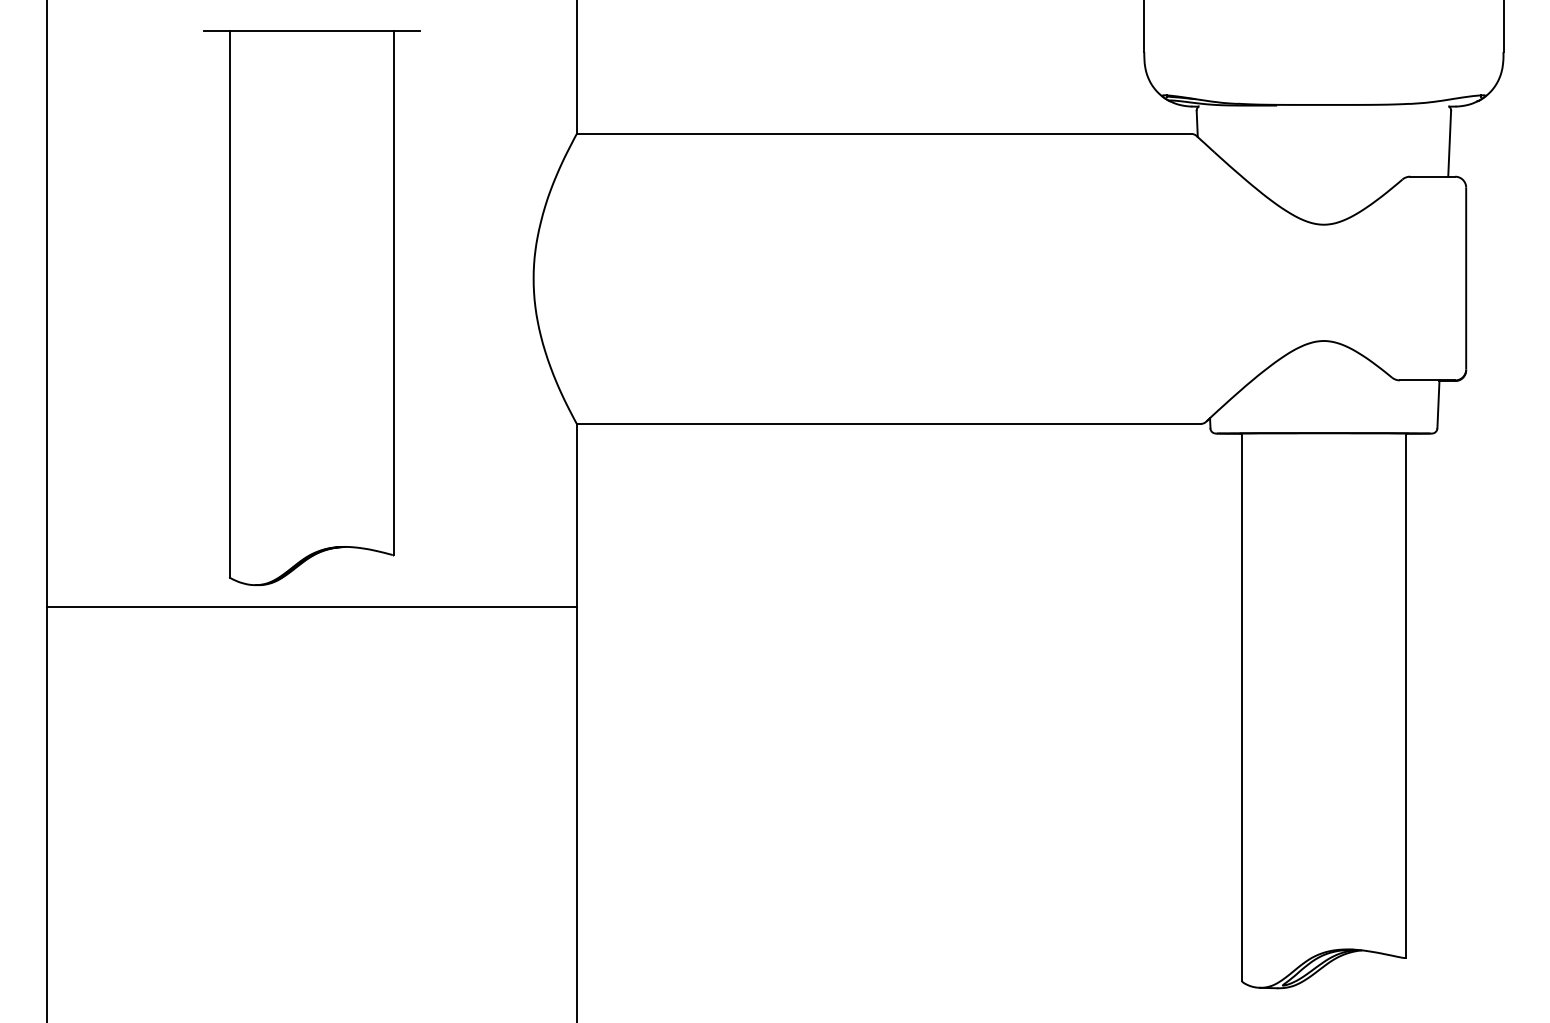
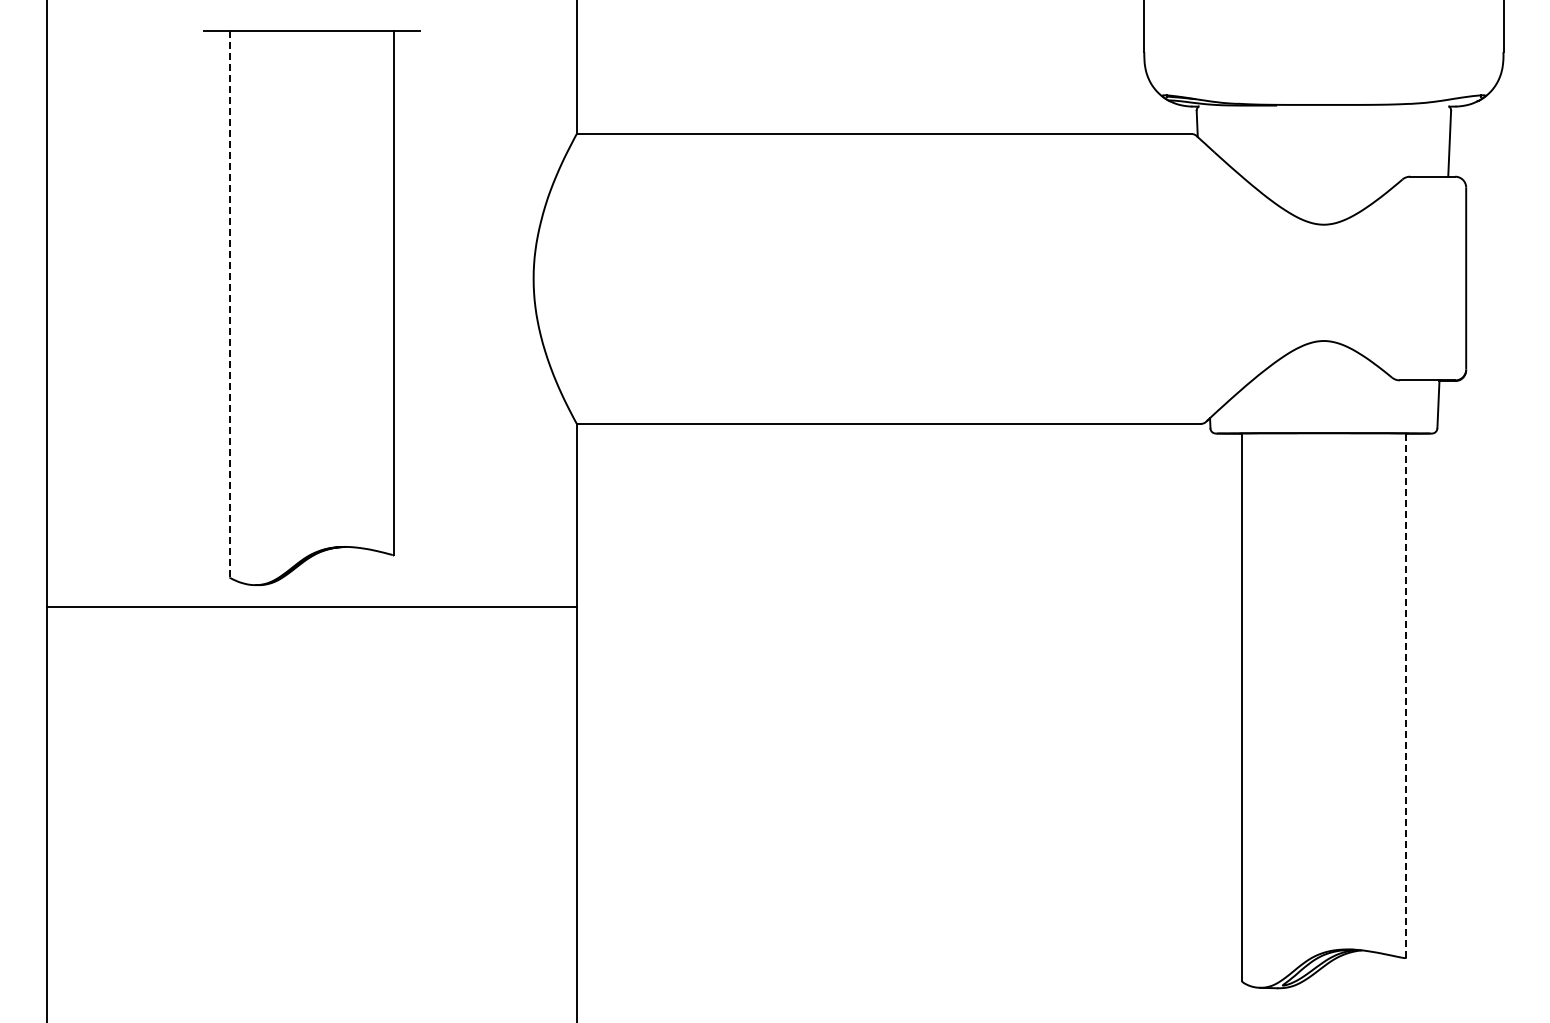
line at (229, 304): solid -> dashed
line at (1406, 695): solid -> dashed
